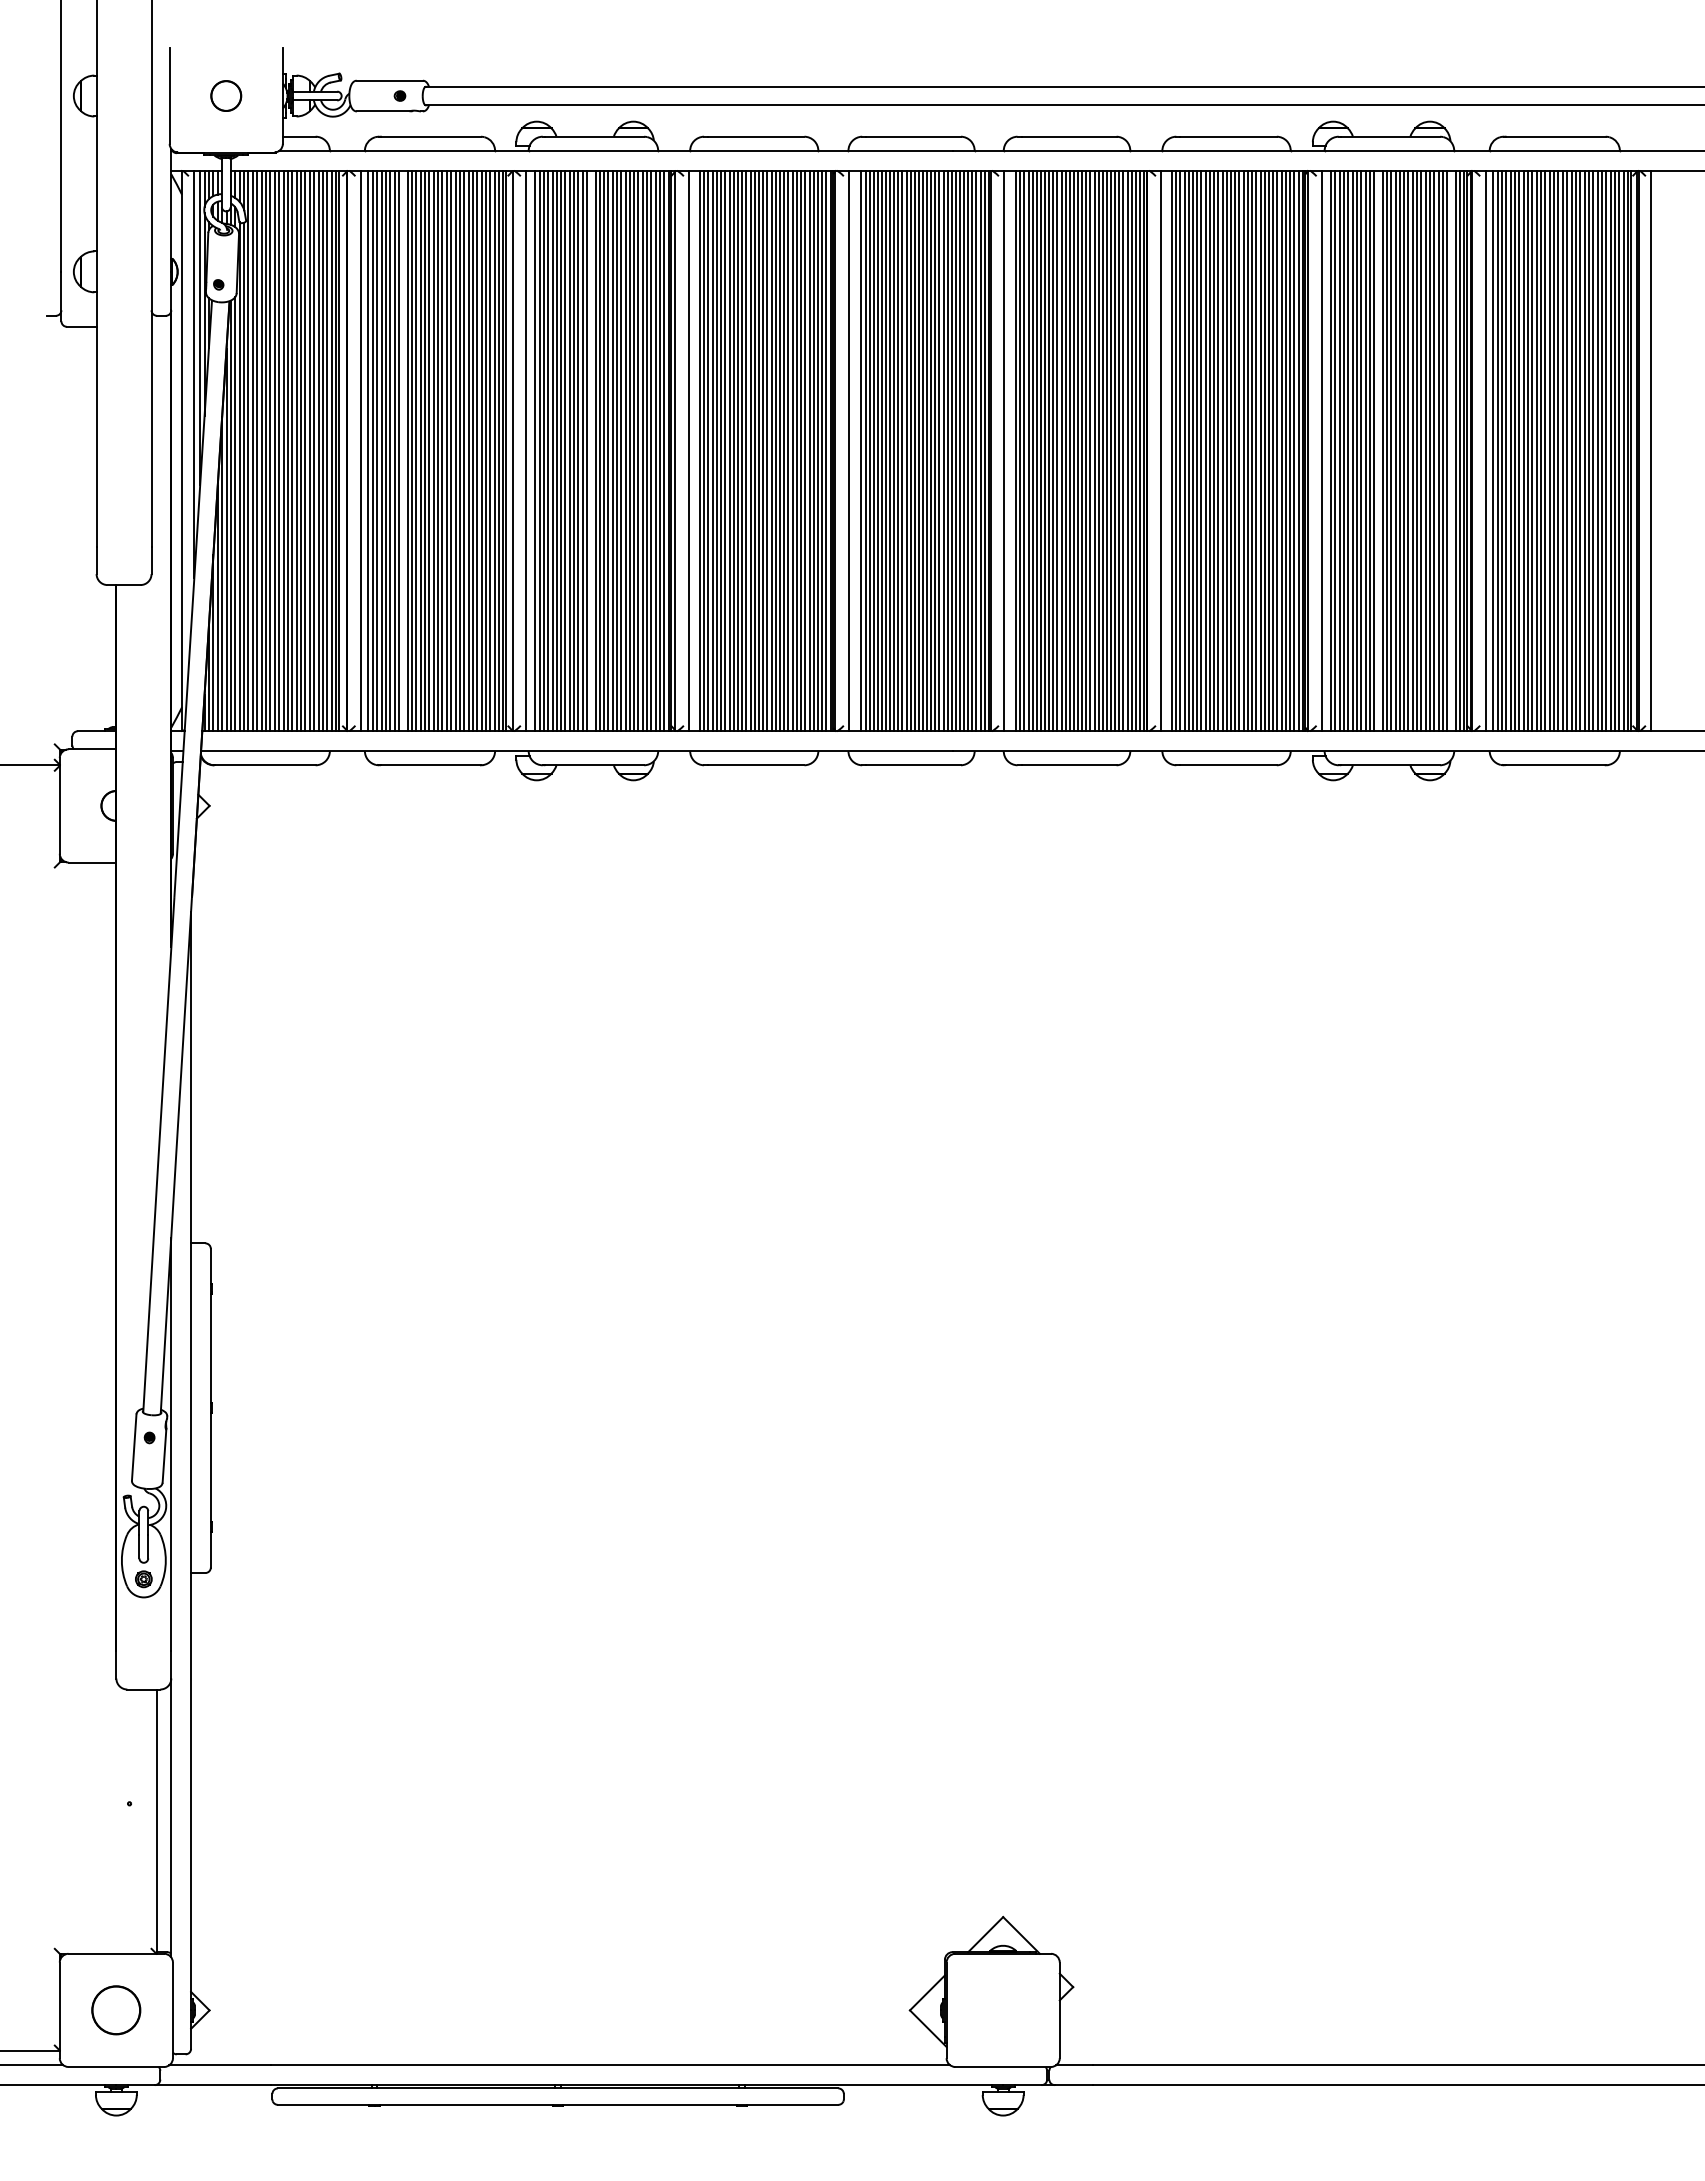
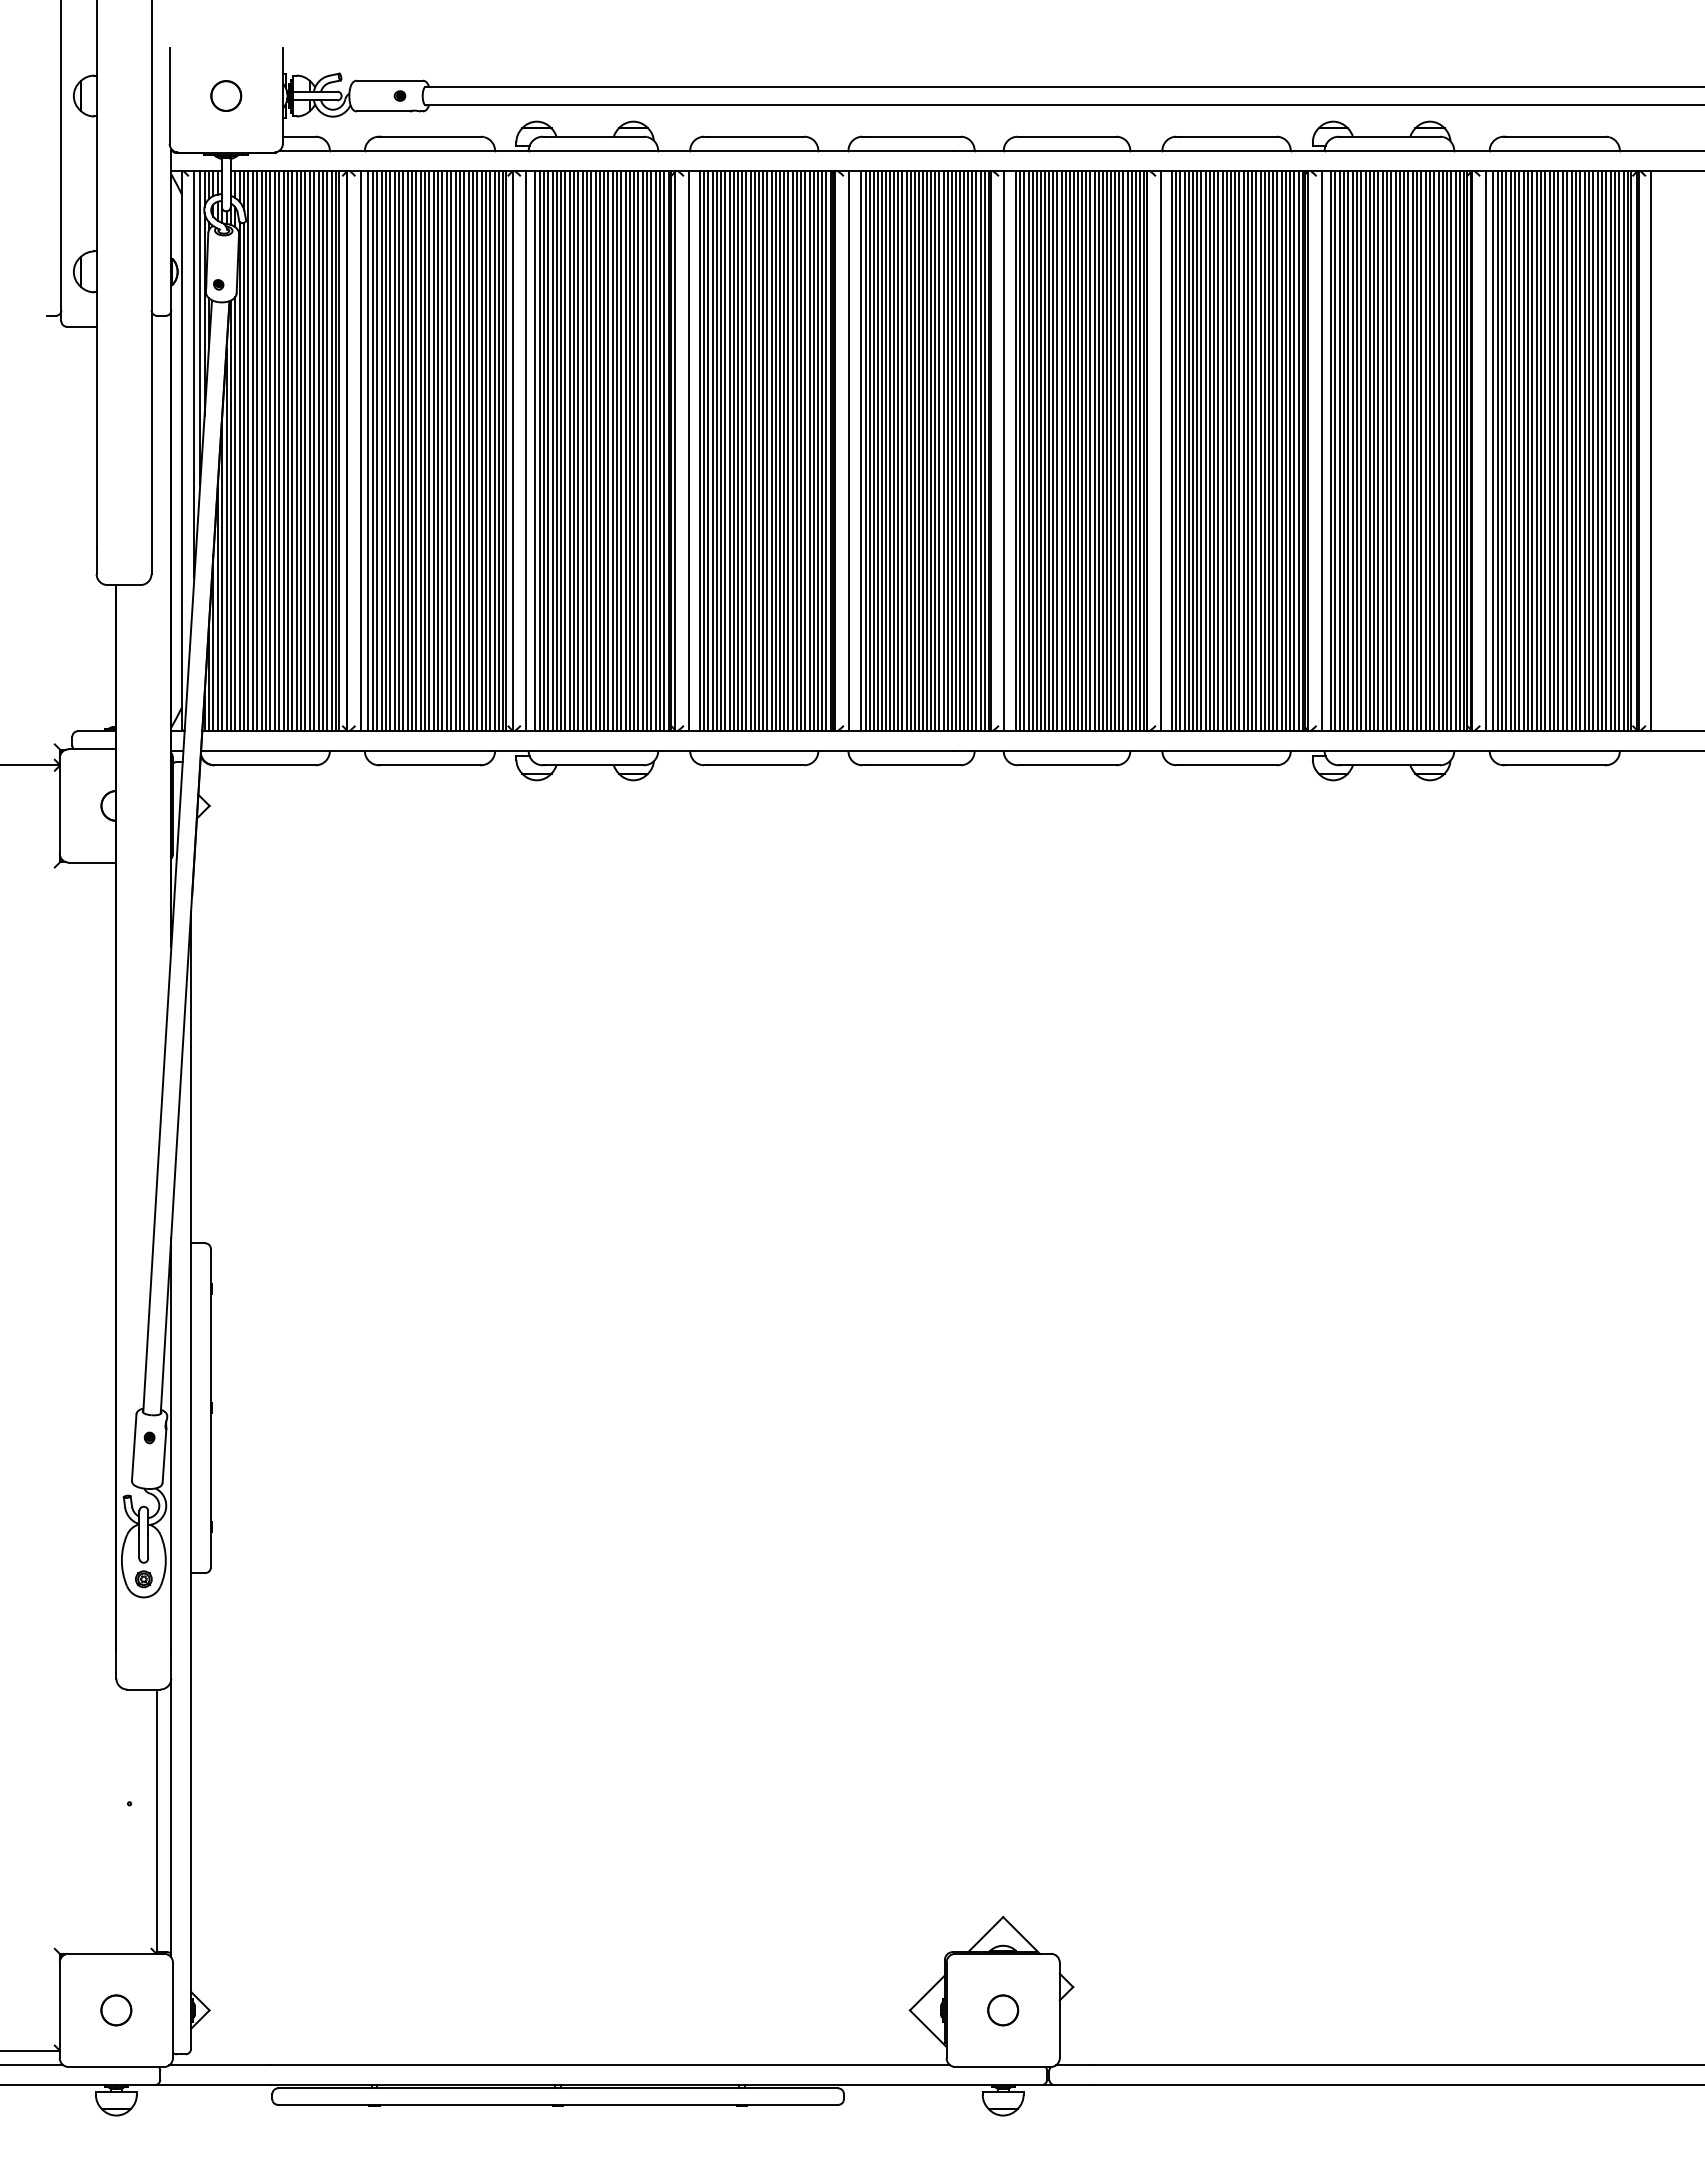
line at (403, 450): none -> present
line at (591, 450): none -> present
line at (1378, 450): none -> present
line at (1451, 450): none -> present
circle at (116, 2010) size: 51x51 px -> 33x33 px
circle at (1003, 2010): none -> present
